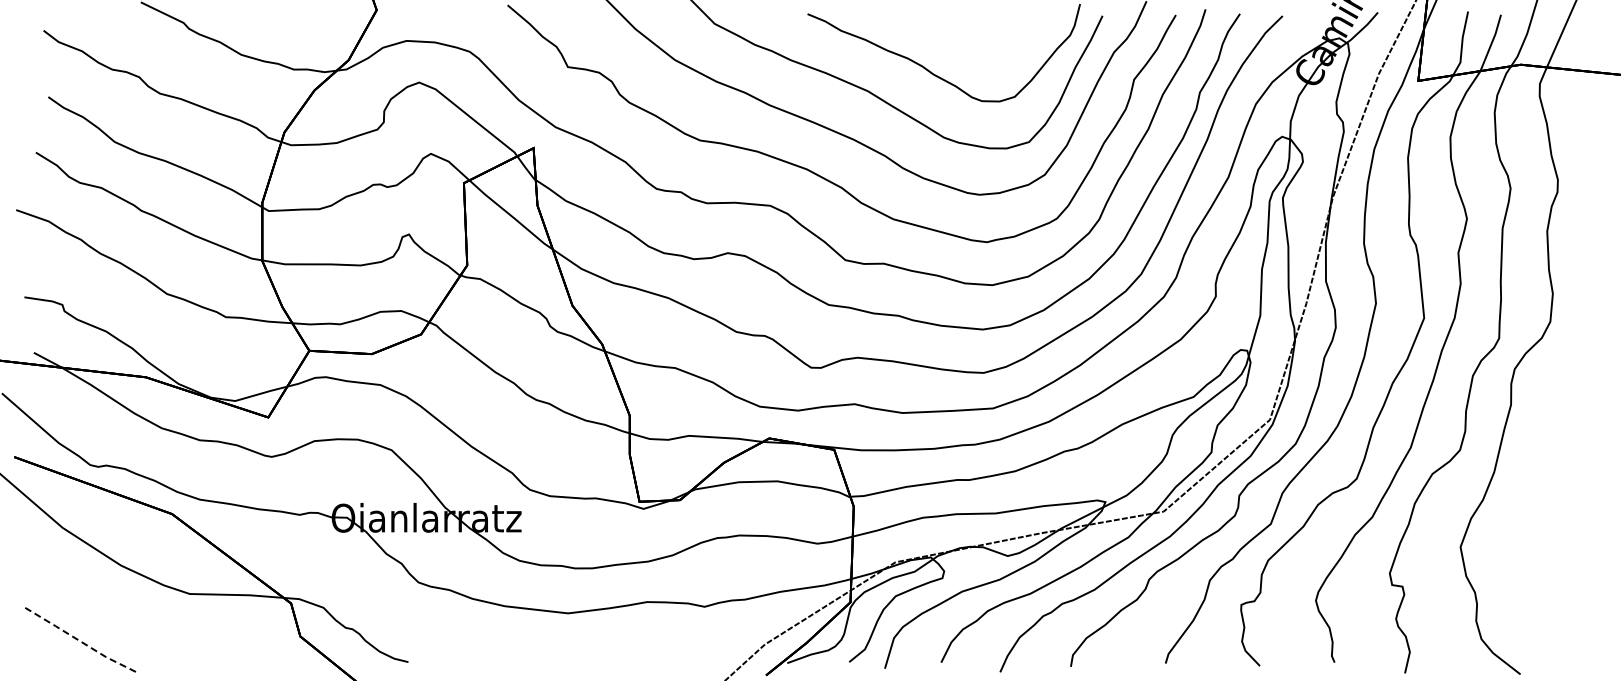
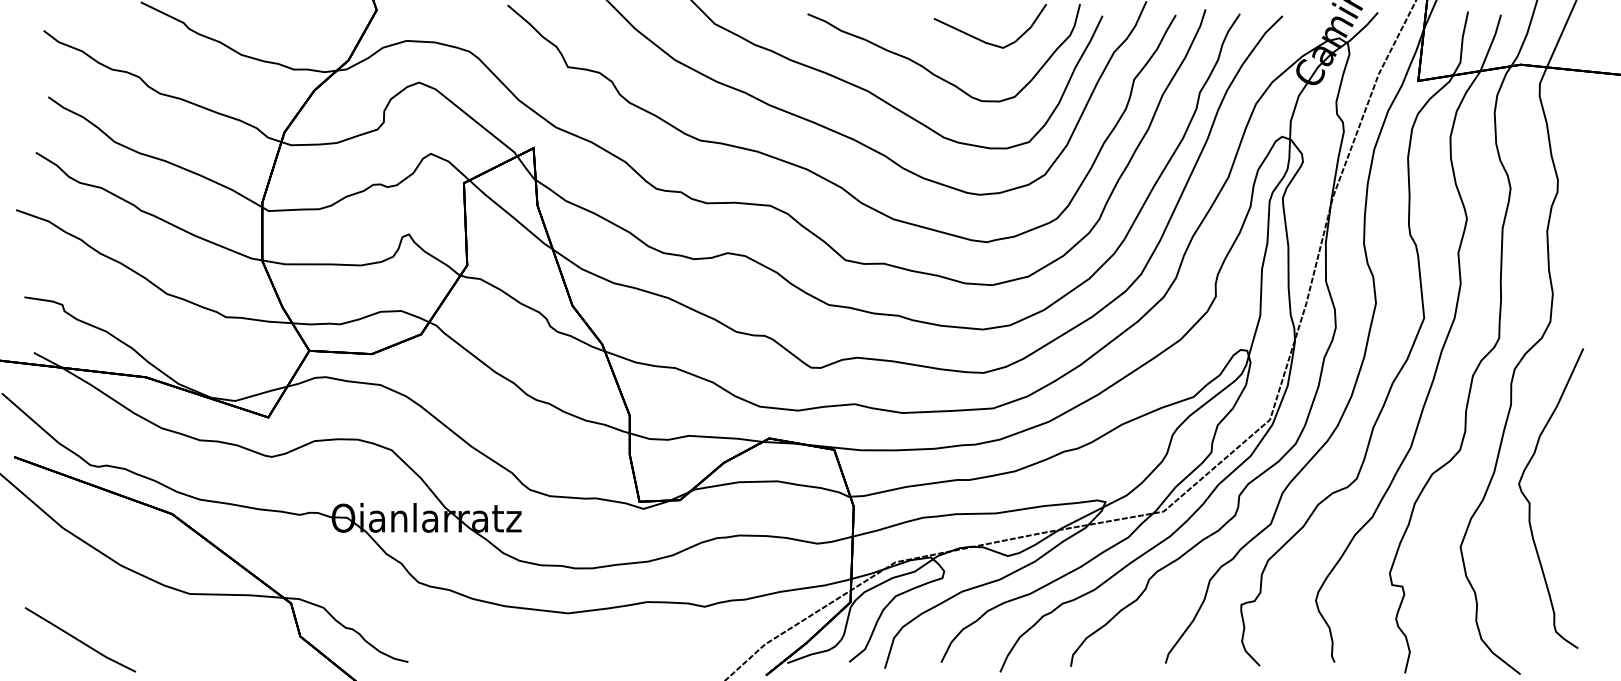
curve at (981, 39): none -> present
curve at (1530, 502): none -> present
line at (79, 640): dashed -> solid
